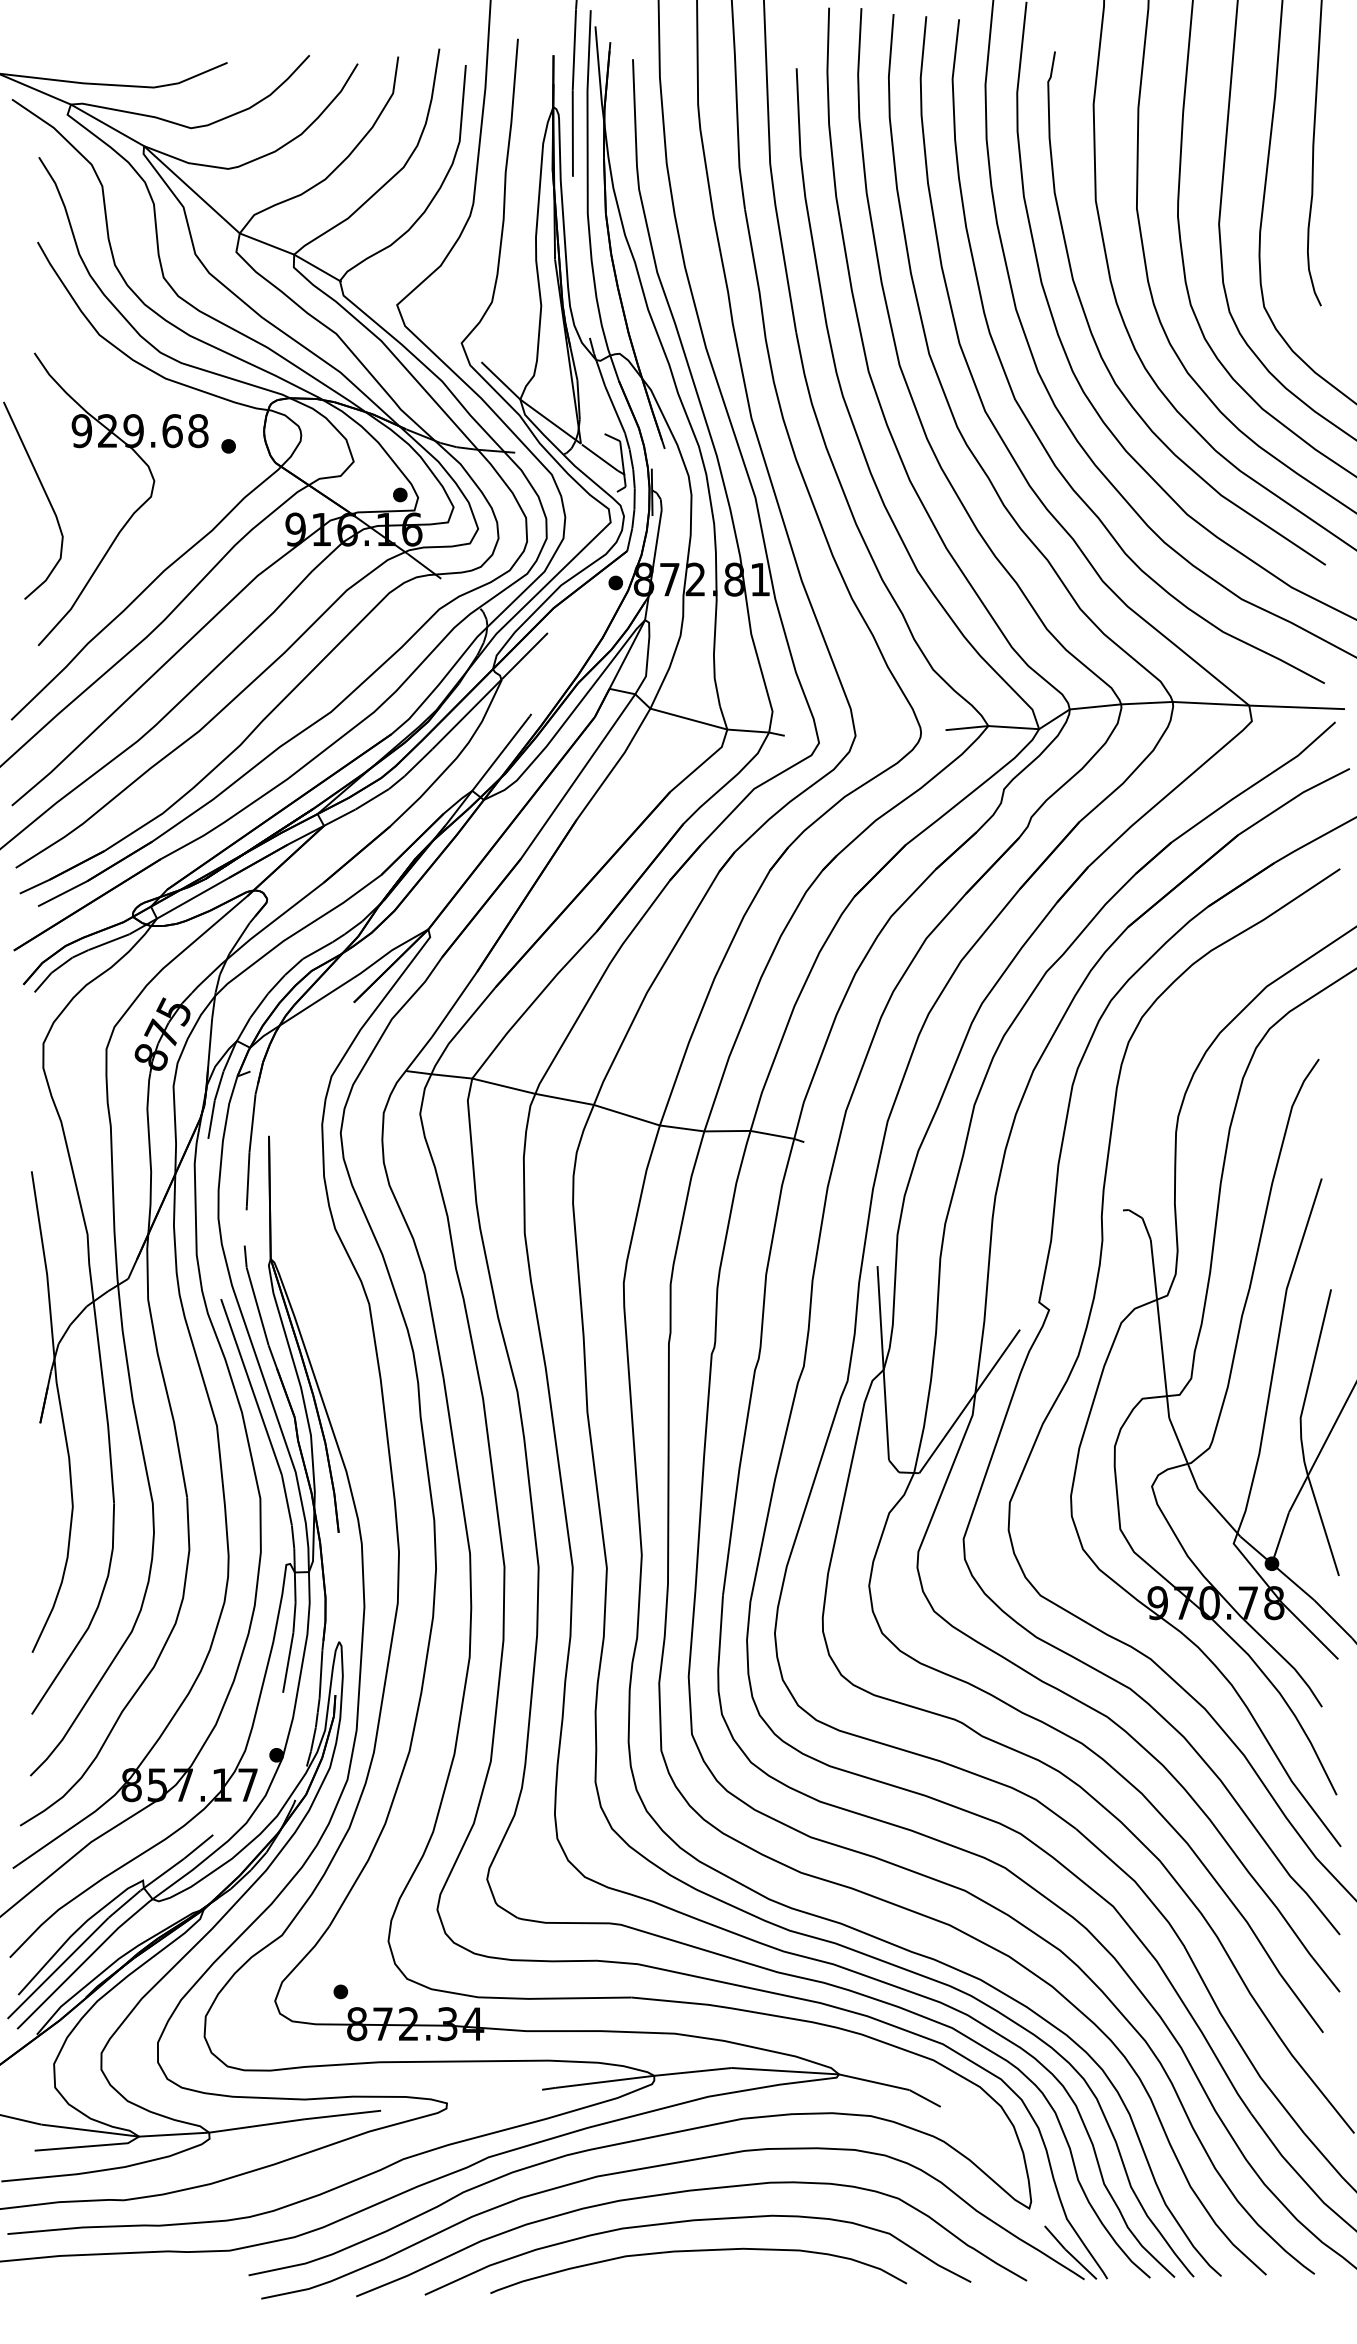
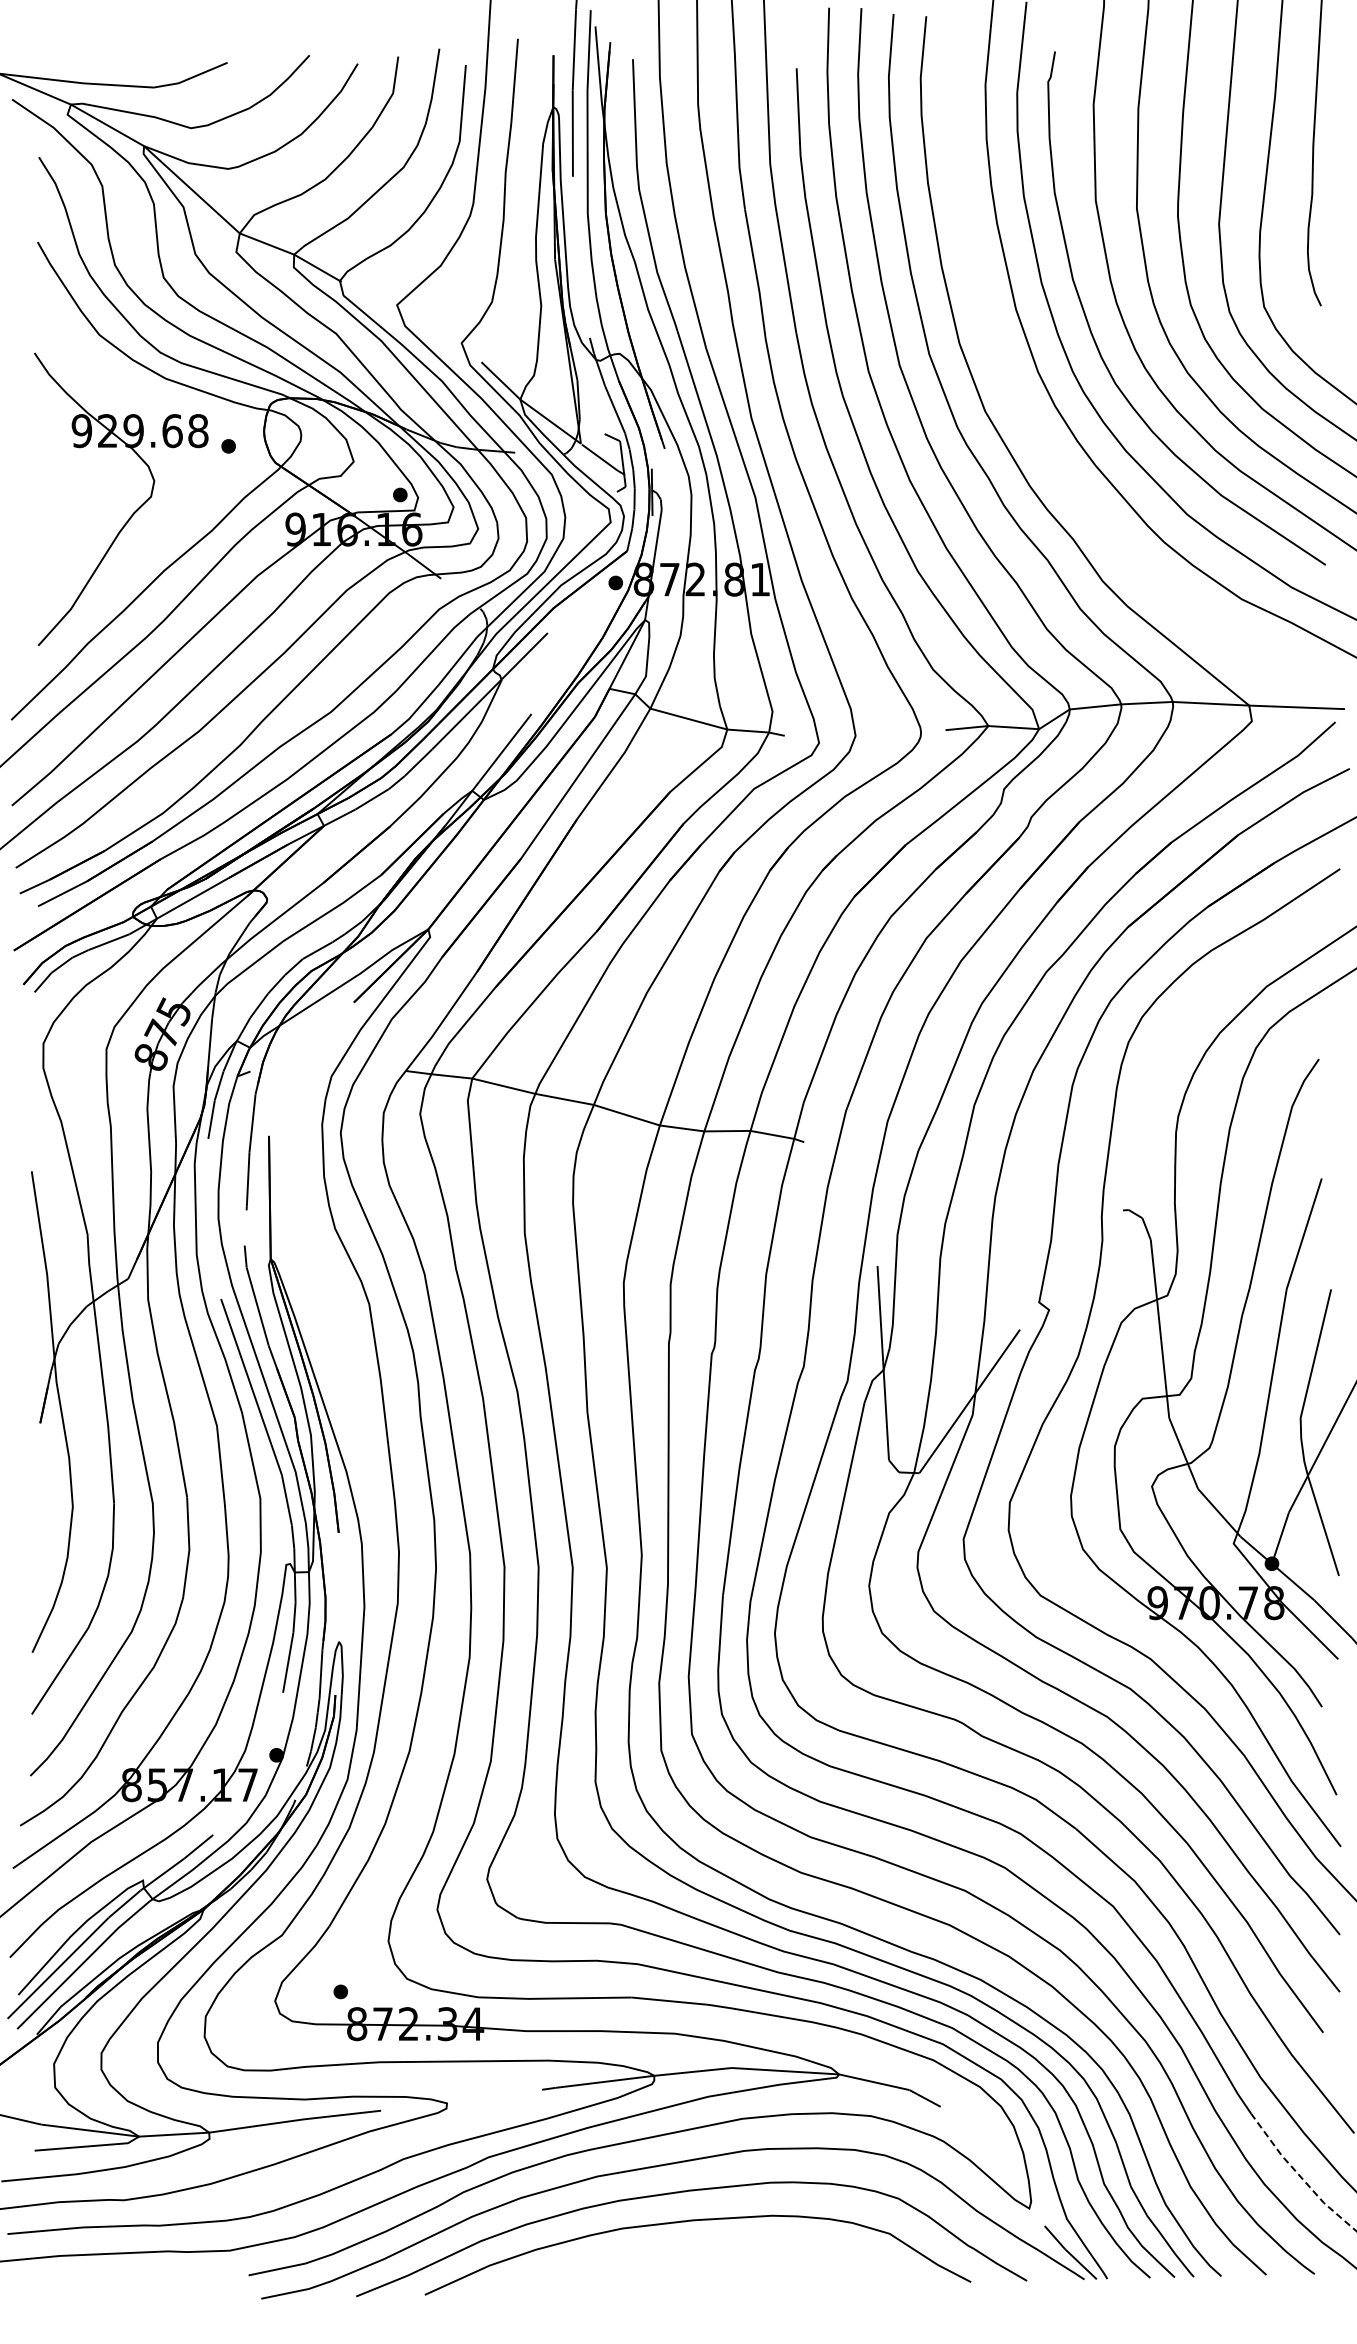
curve at (1027, 417): present -> none
curve at (45, 495): present -> none
line at (1299, 2176): solid -> dashed
curve at (698, 2251): present -> none
